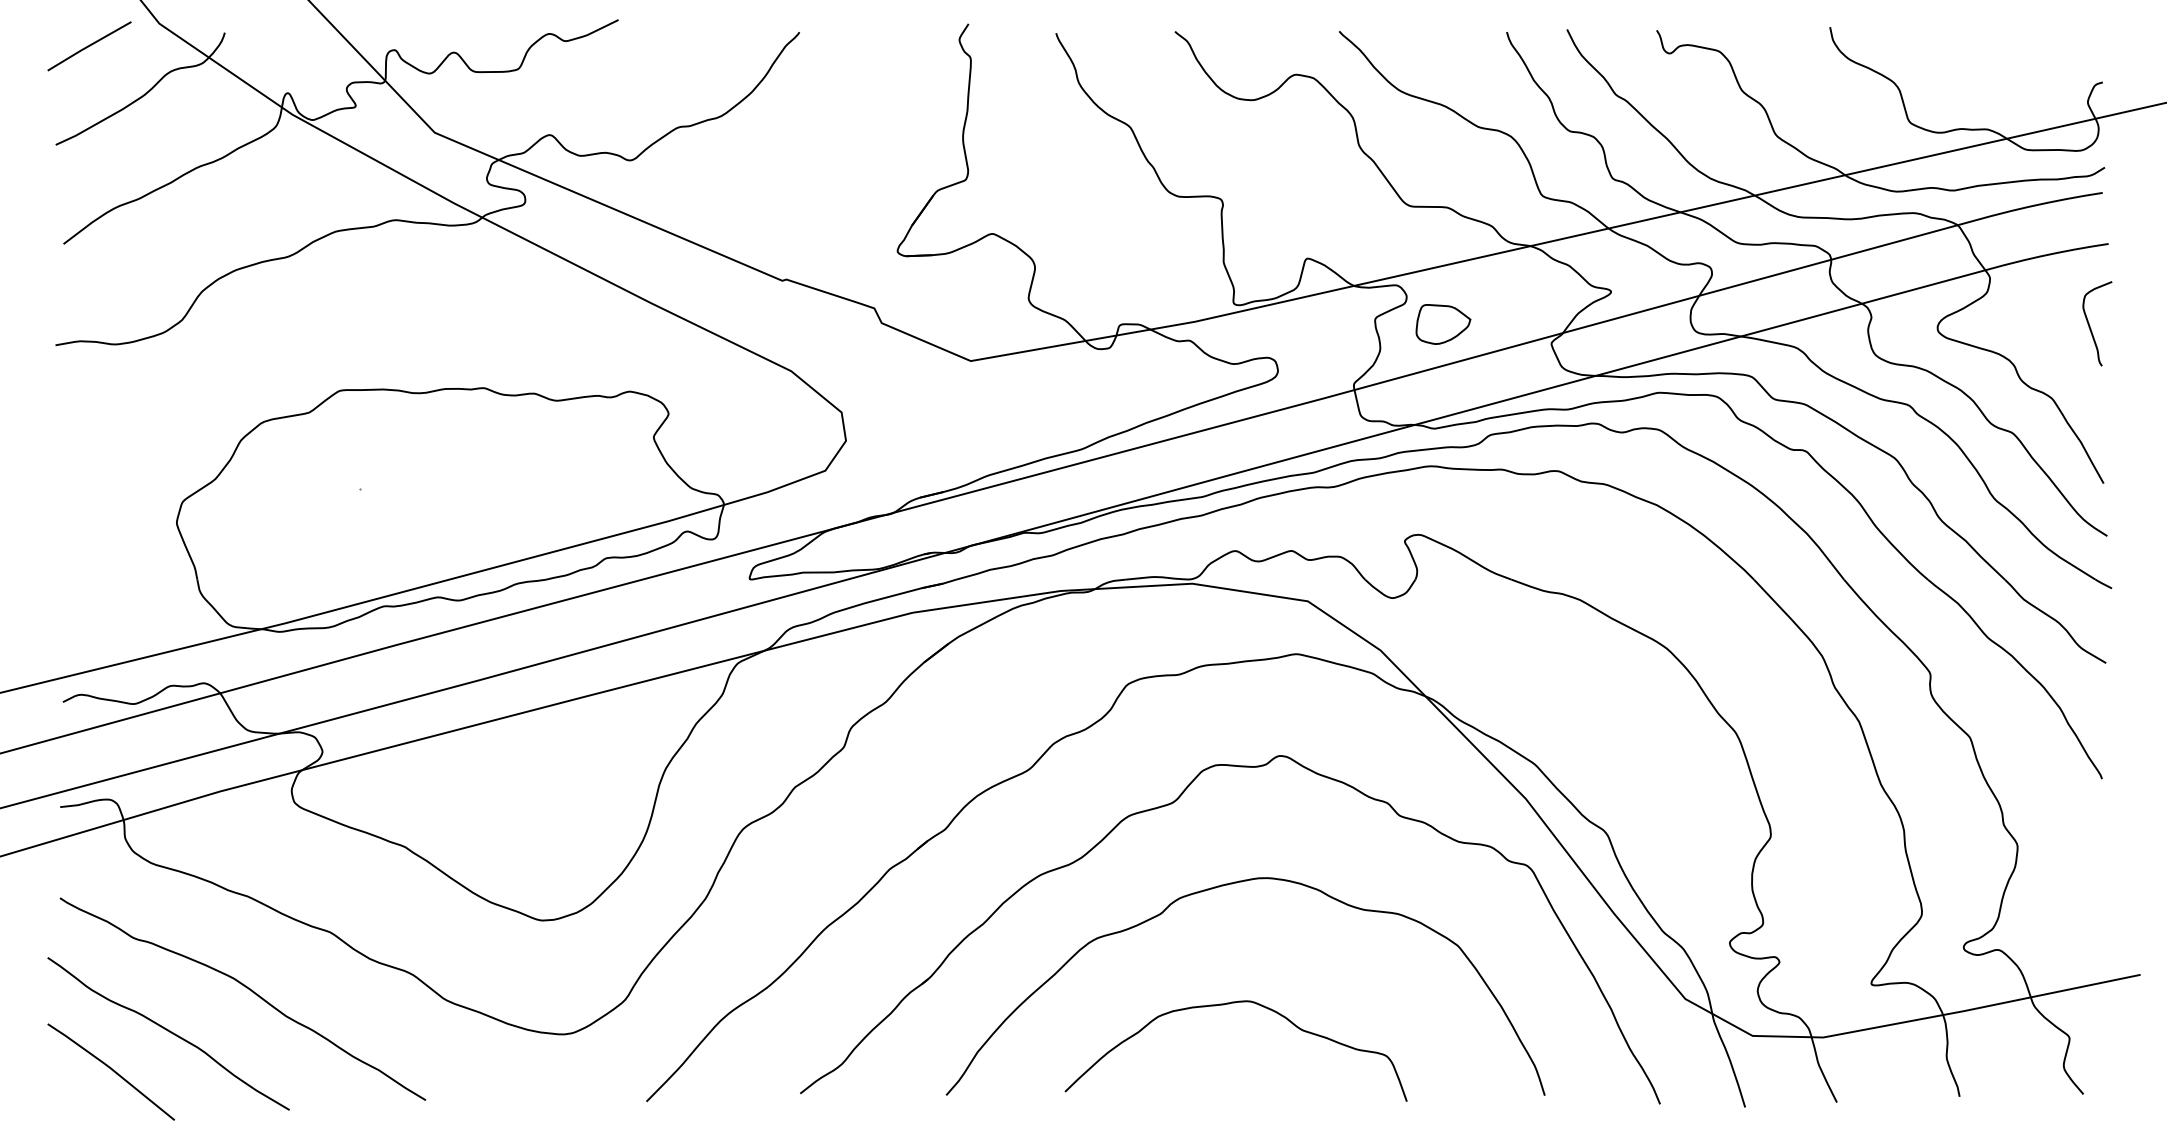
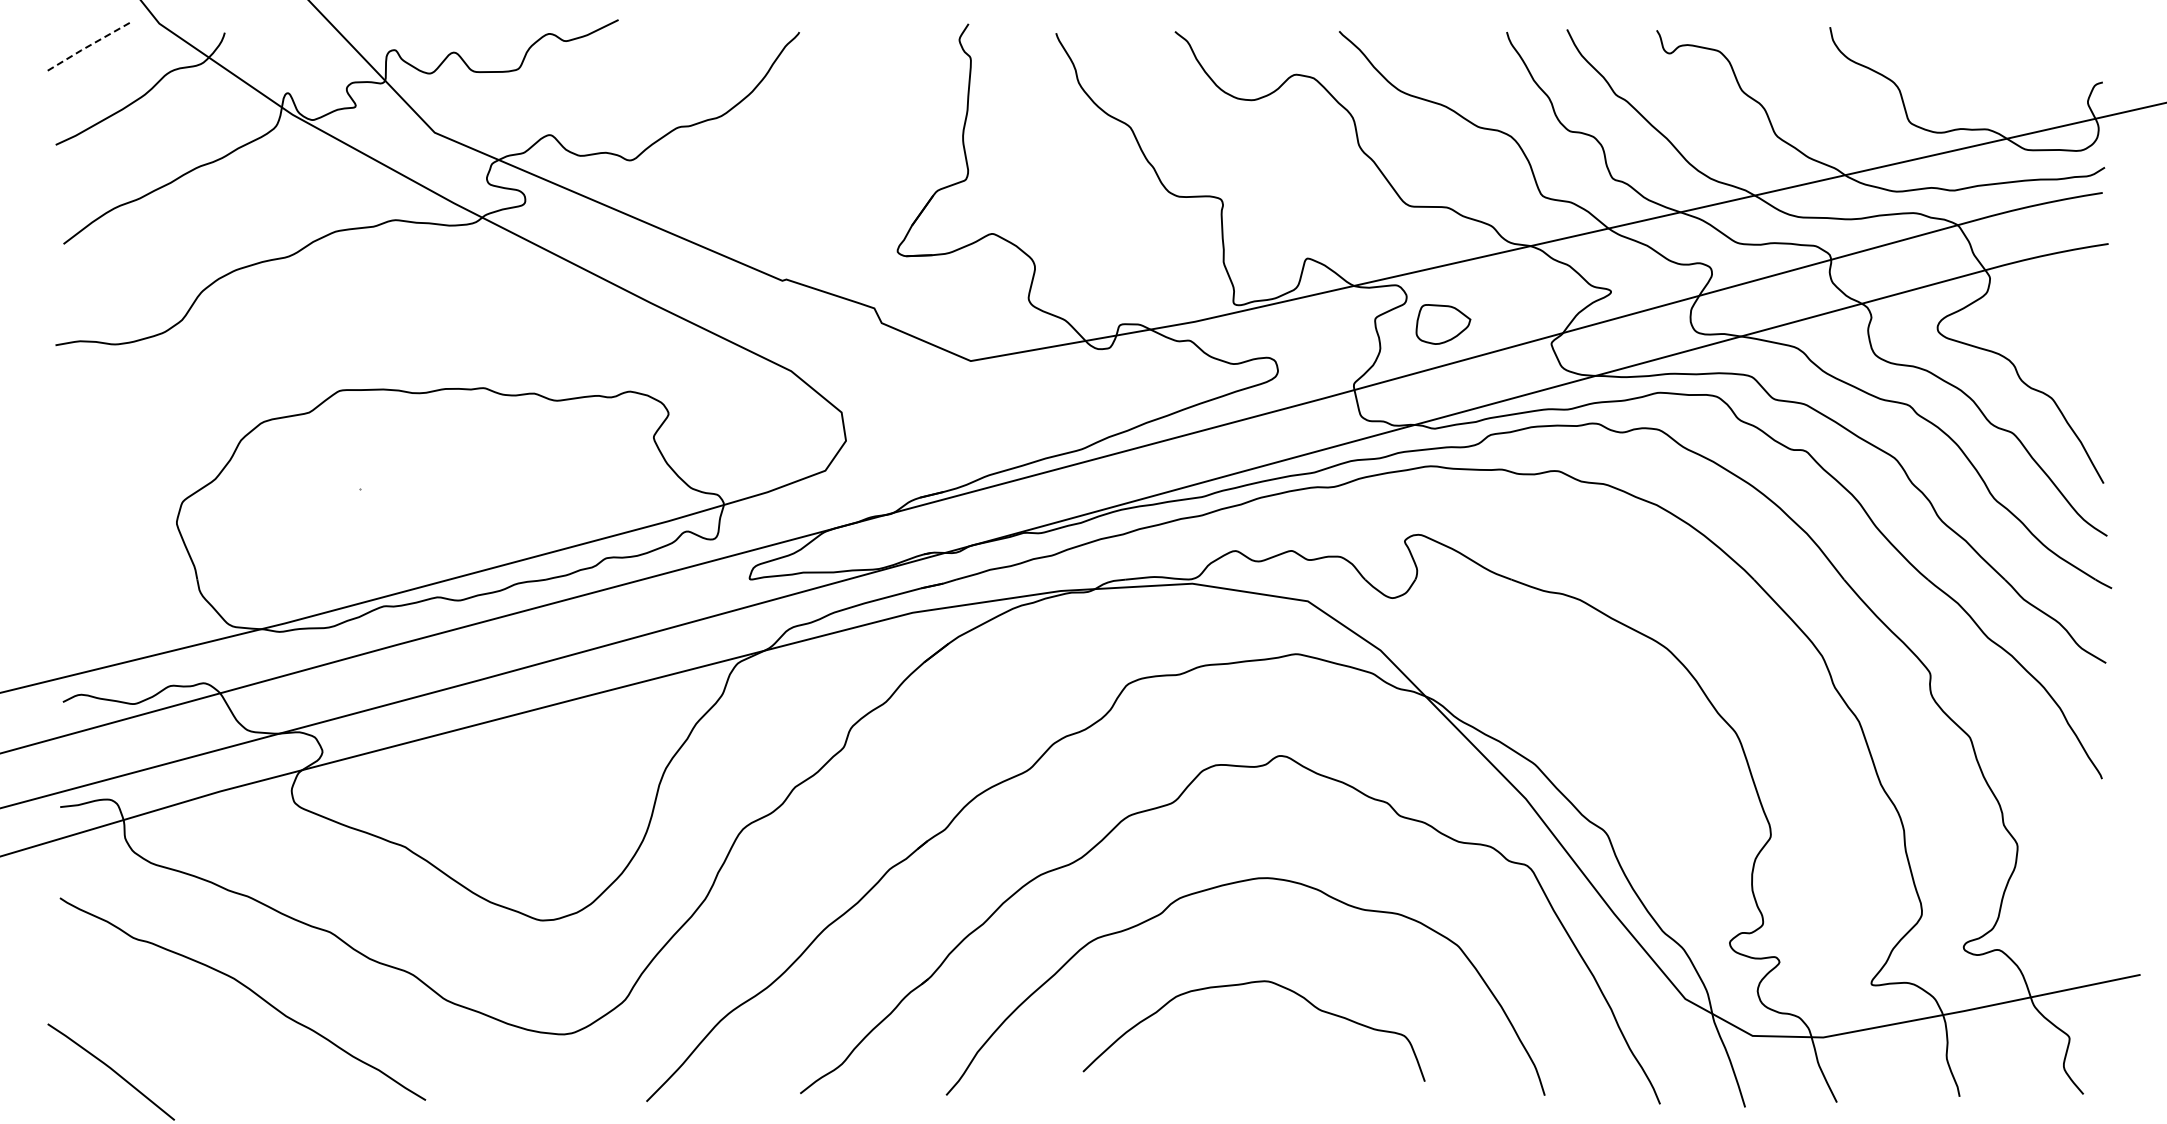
line at (88, 46): solid -> dashed
curve at (2090, 325): present -> none
curve at (1224, 1005) position: (1224, 1005) -> (1242, 985)
curve at (169, 1032): present -> none
